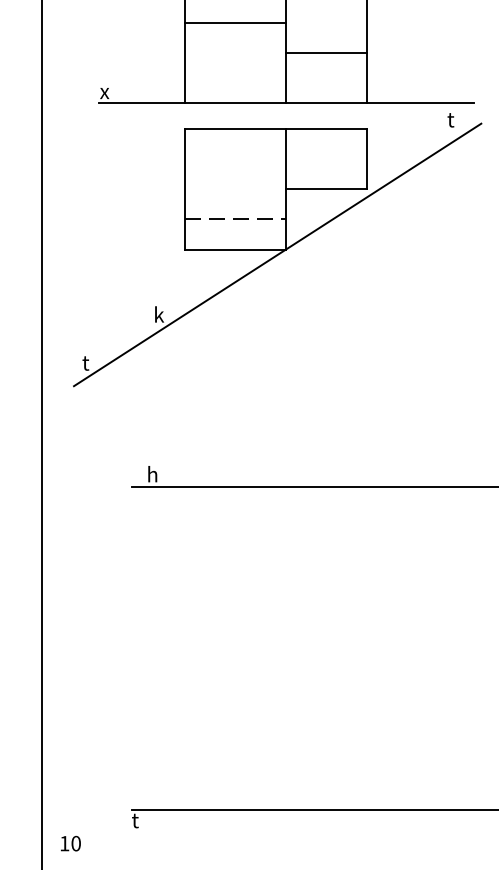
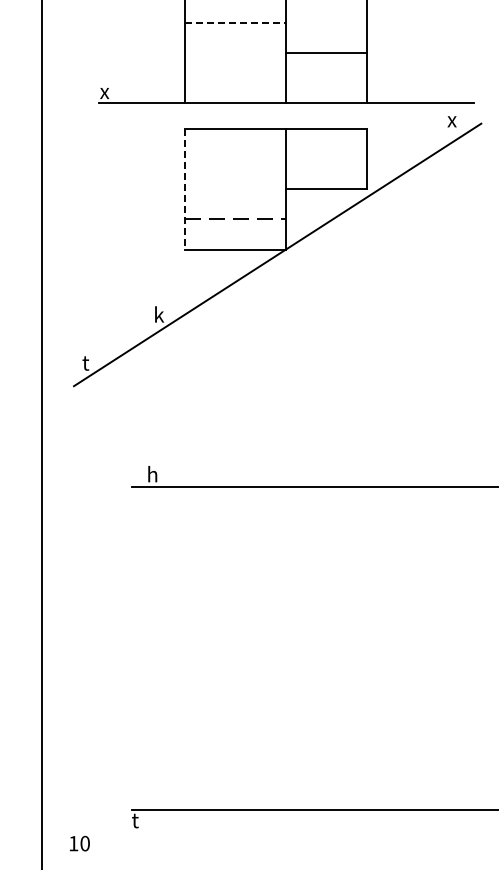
line at (235, 22): solid -> dashed
text at (451, 120): t -> x
line at (185, 189): solid -> dashed
text at (70, 843) position: (70, 843) -> (79, 843)
